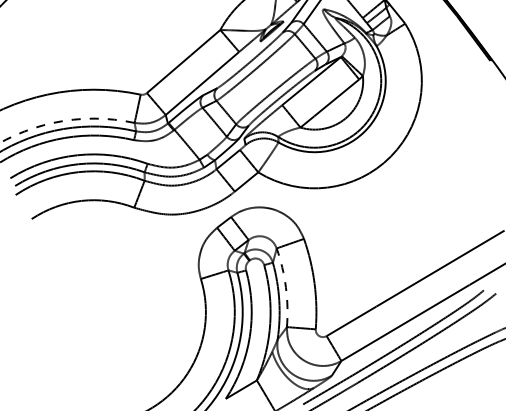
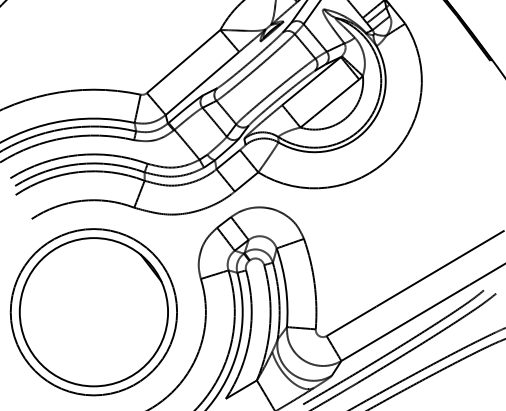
arc at (64, 120): dashed -> solid
arc at (285, 287): dashed -> solid
part at (93, 312): none -> present
